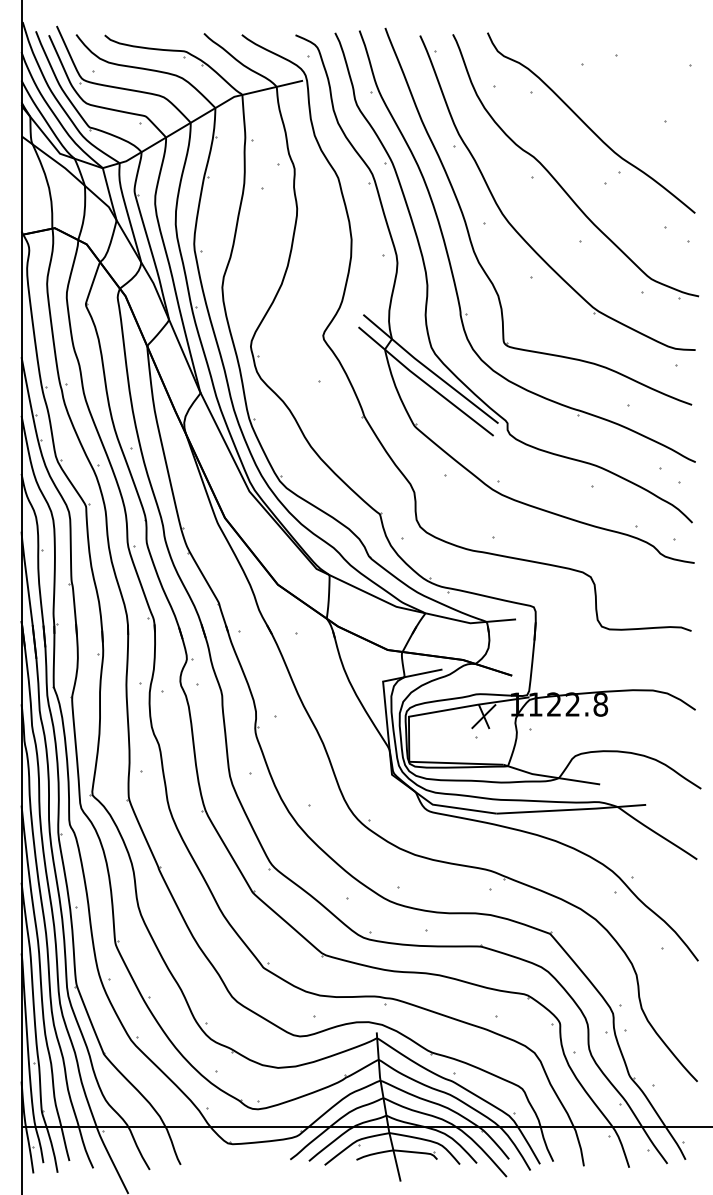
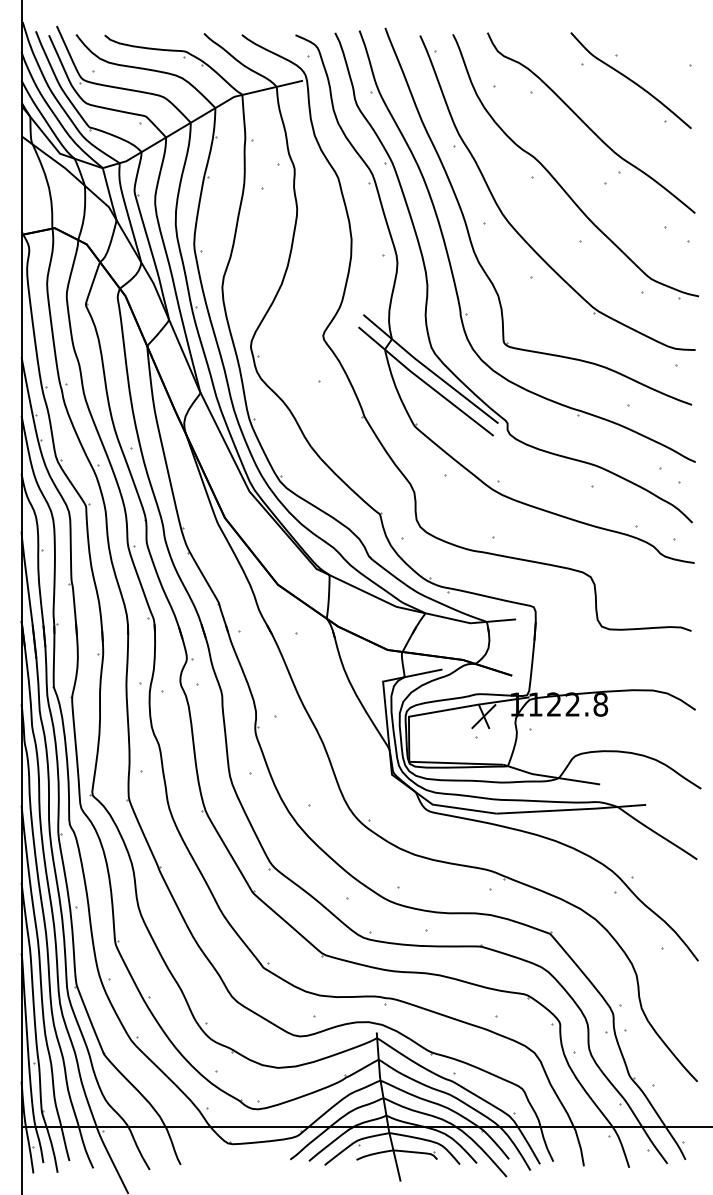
curve at (630, 80): none -> present
